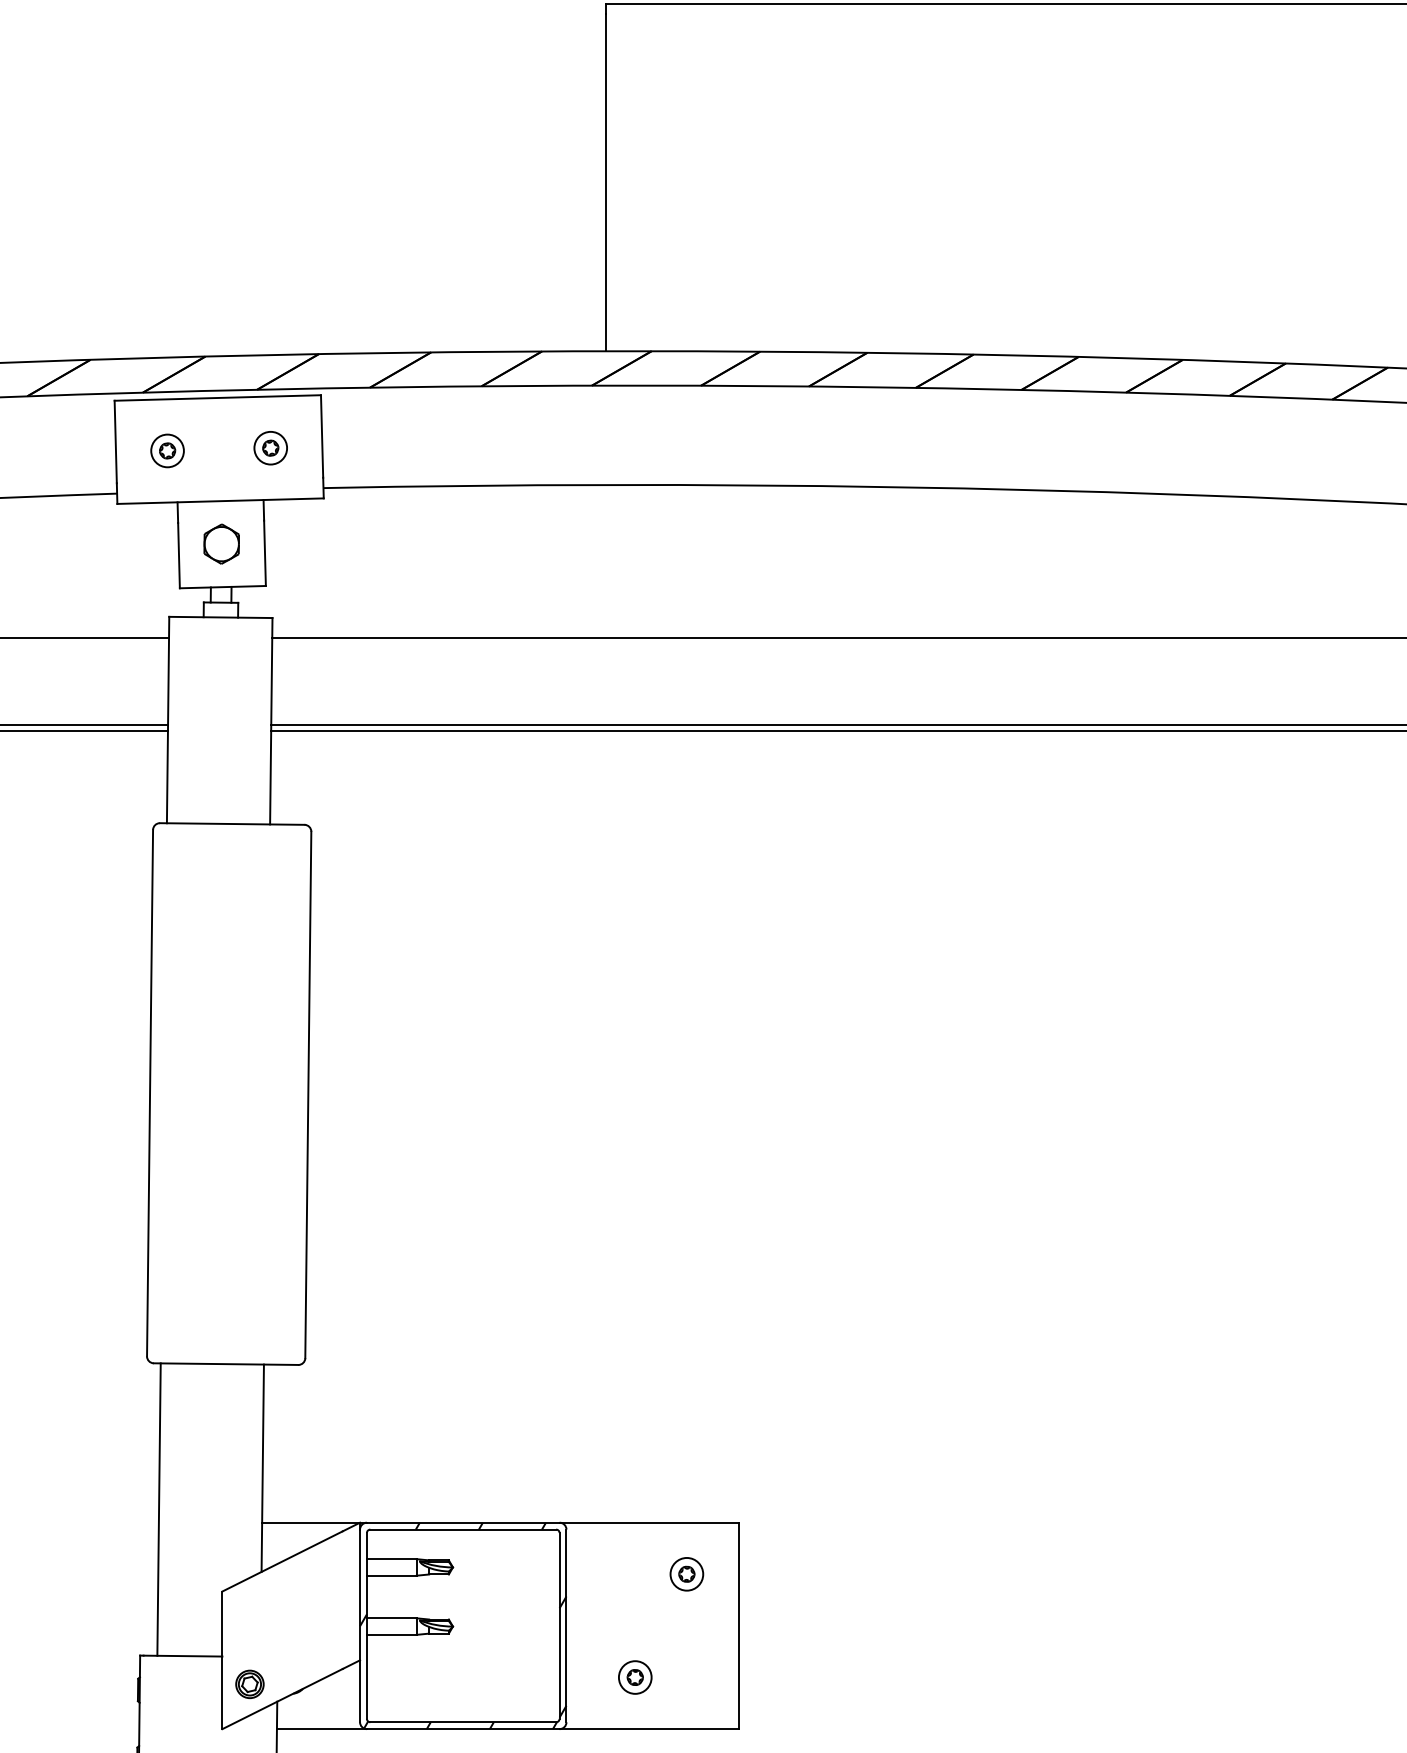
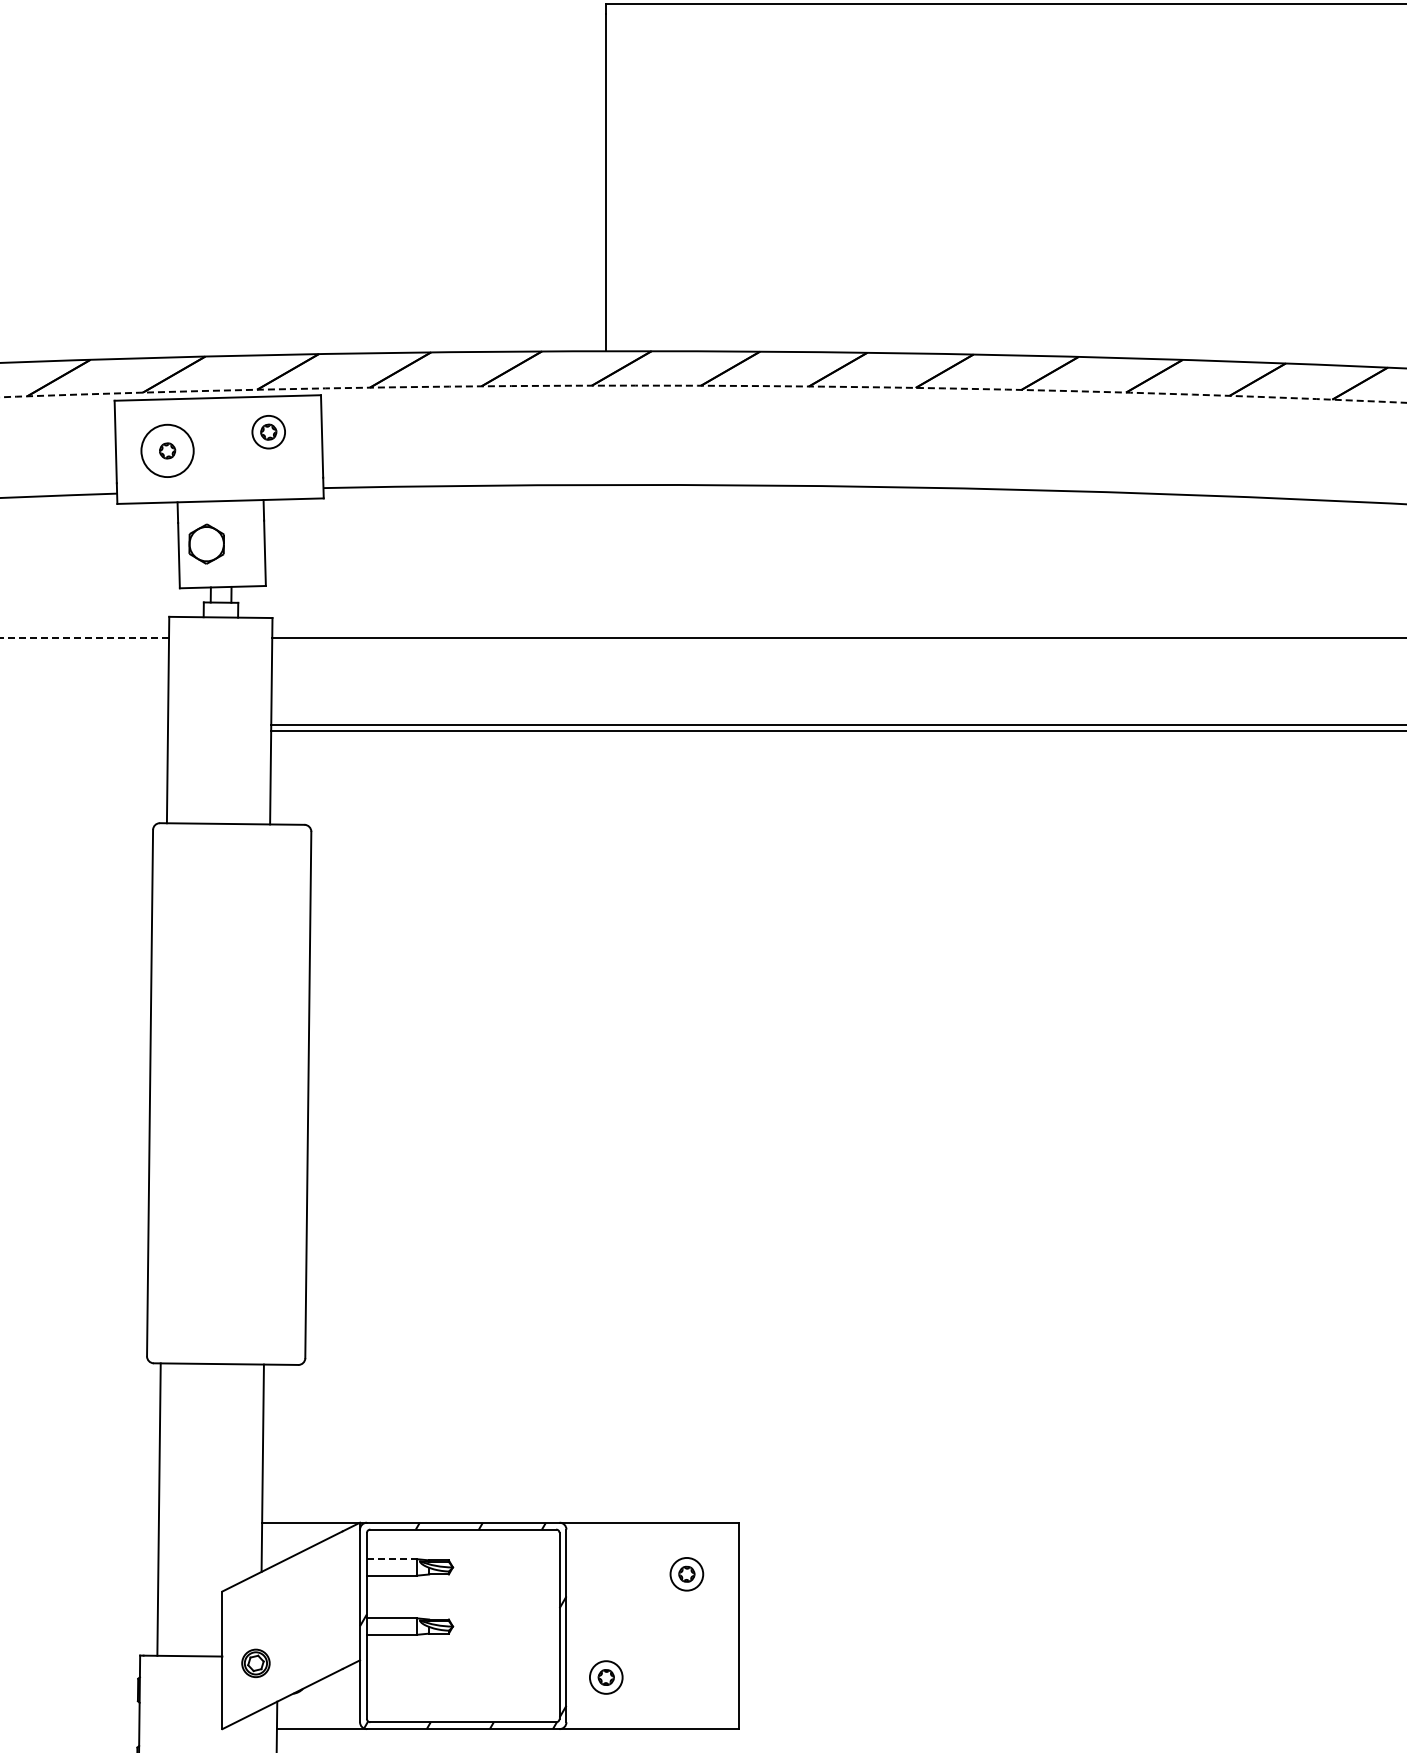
arc at (703, 385): solid -> dashed
part at (270, 448) position: (270, 448) -> (268, 432)
circle at (167, 450) diameter: 33 px -> 52 px
part at (221, 543) position: (221, 543) -> (206, 543)
line at (85, 638): solid -> dashed
line at (85, 724): present -> none
line at (84, 731): present -> none
line at (391, 1559): solid -> dashed
part at (635, 1677) position: (635, 1677) -> (606, 1677)
part at (249, 1684) position: (249, 1684) -> (255, 1663)
